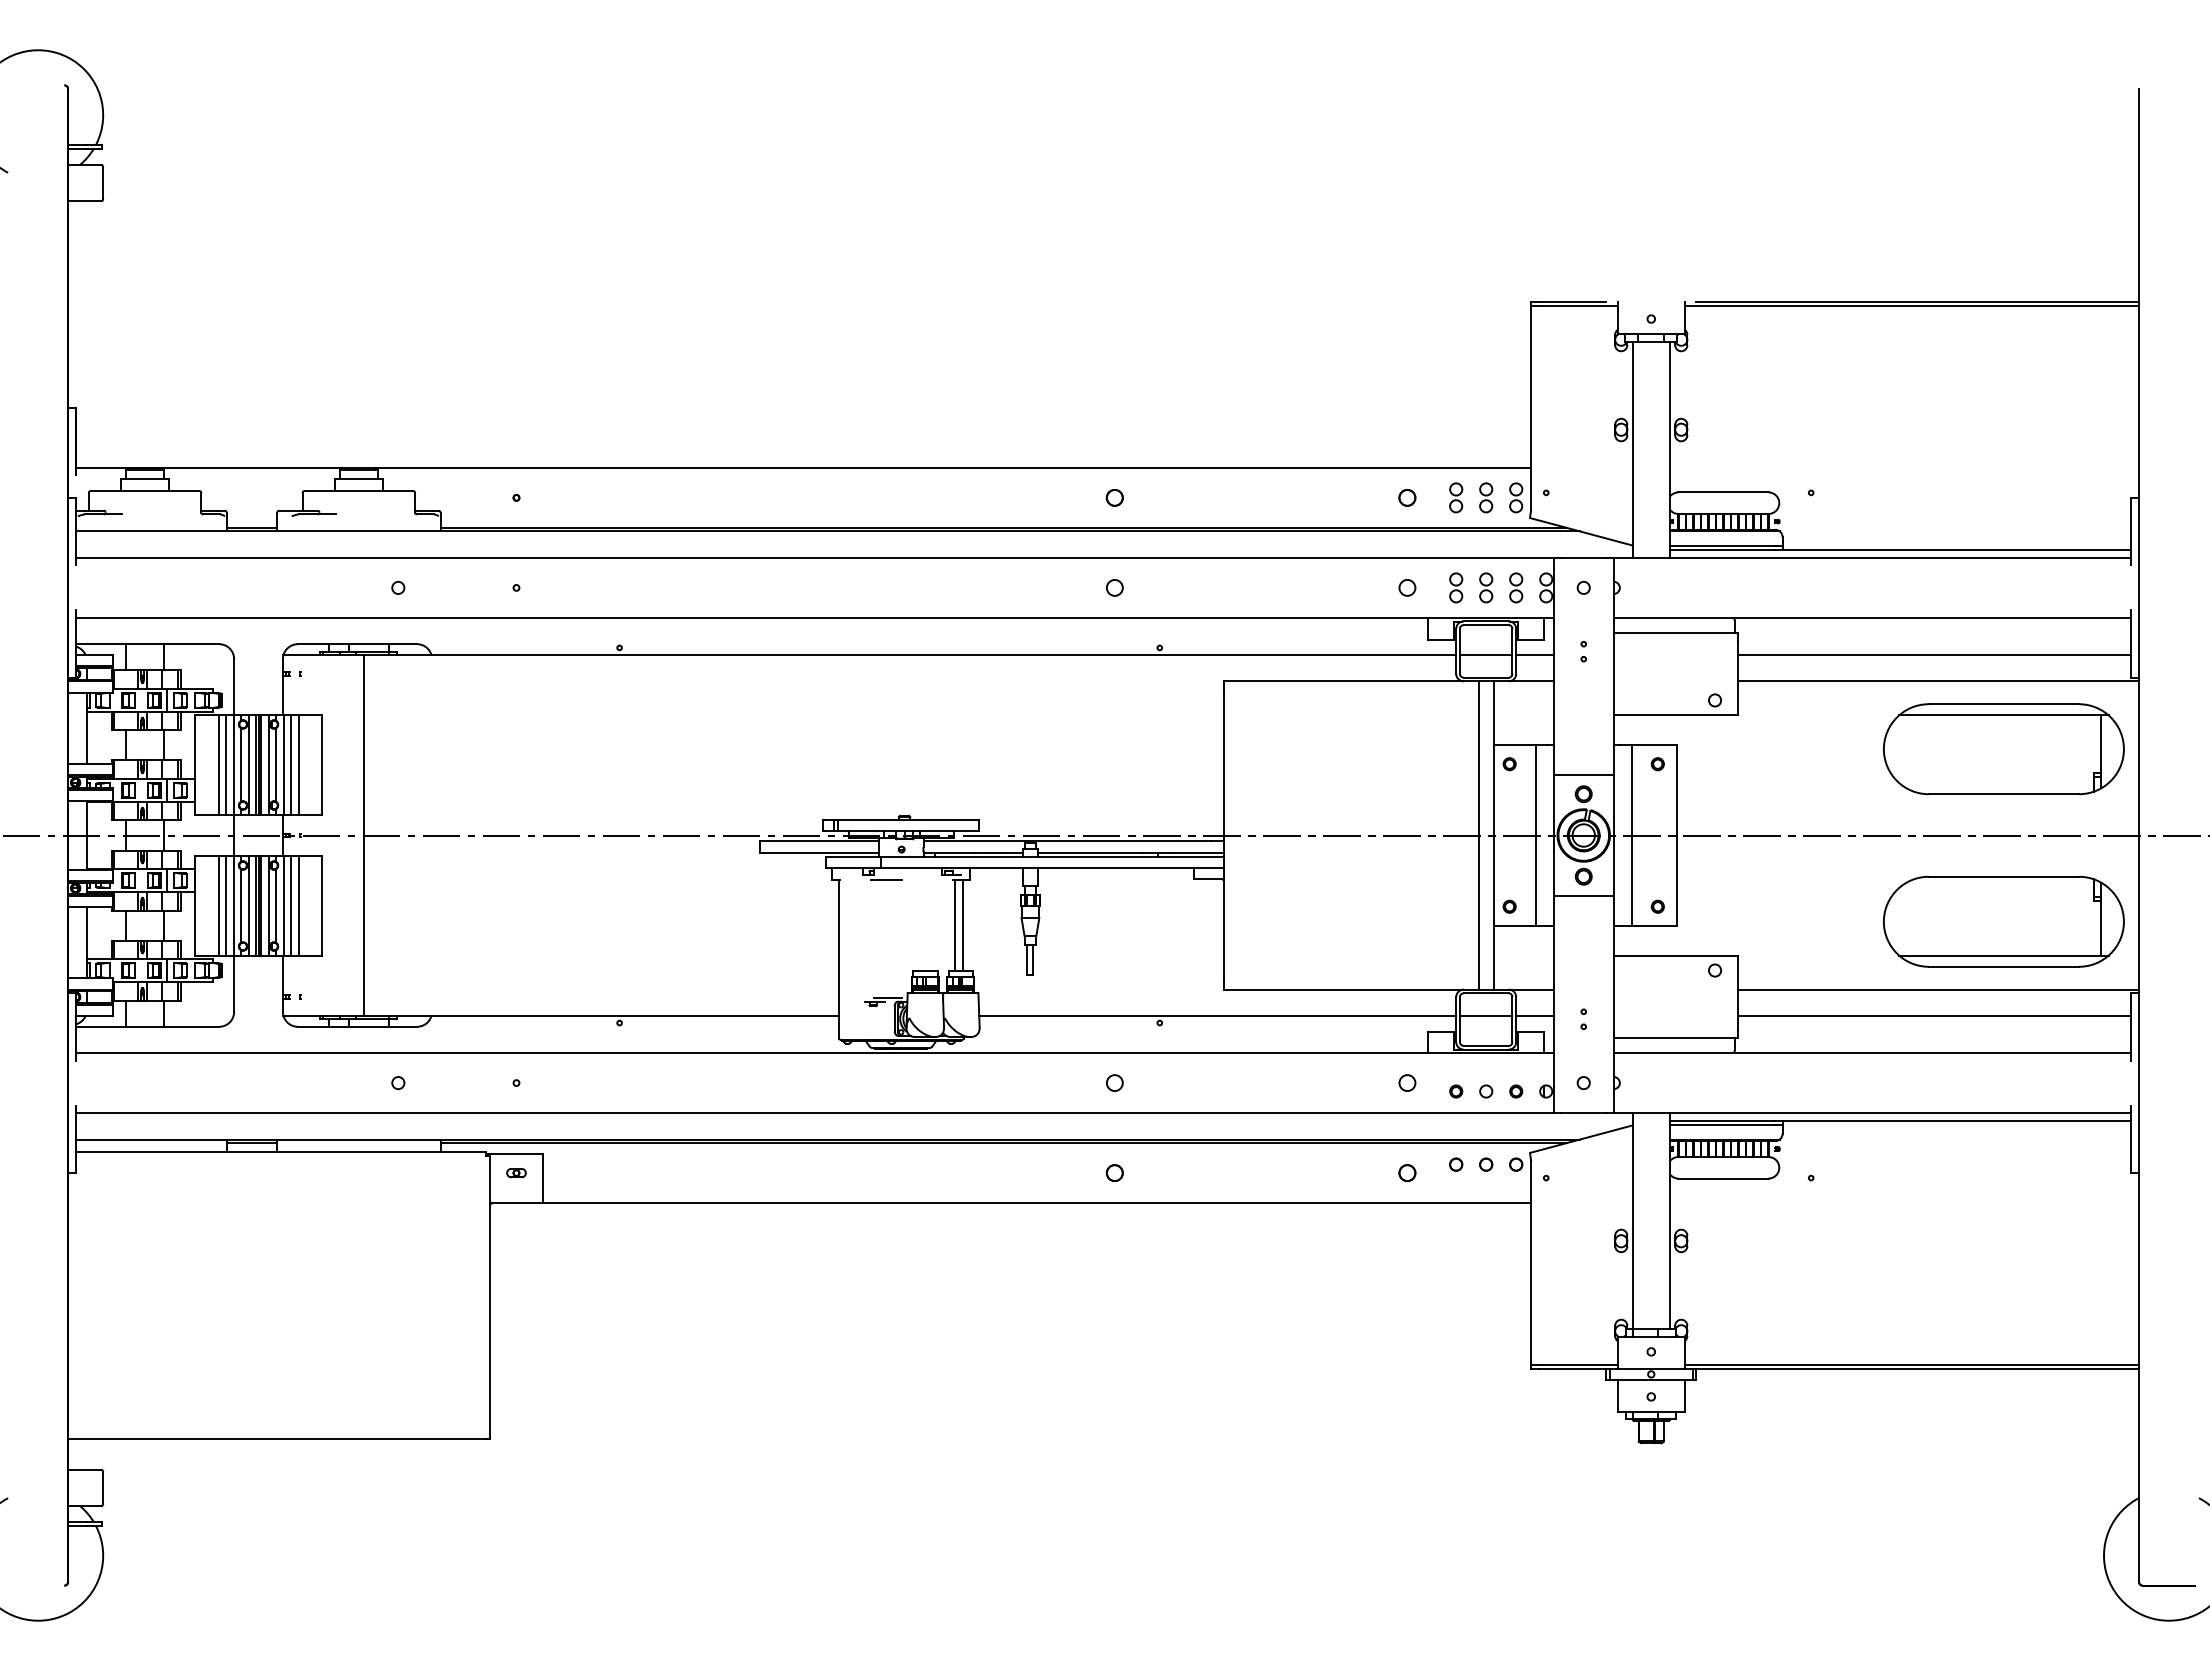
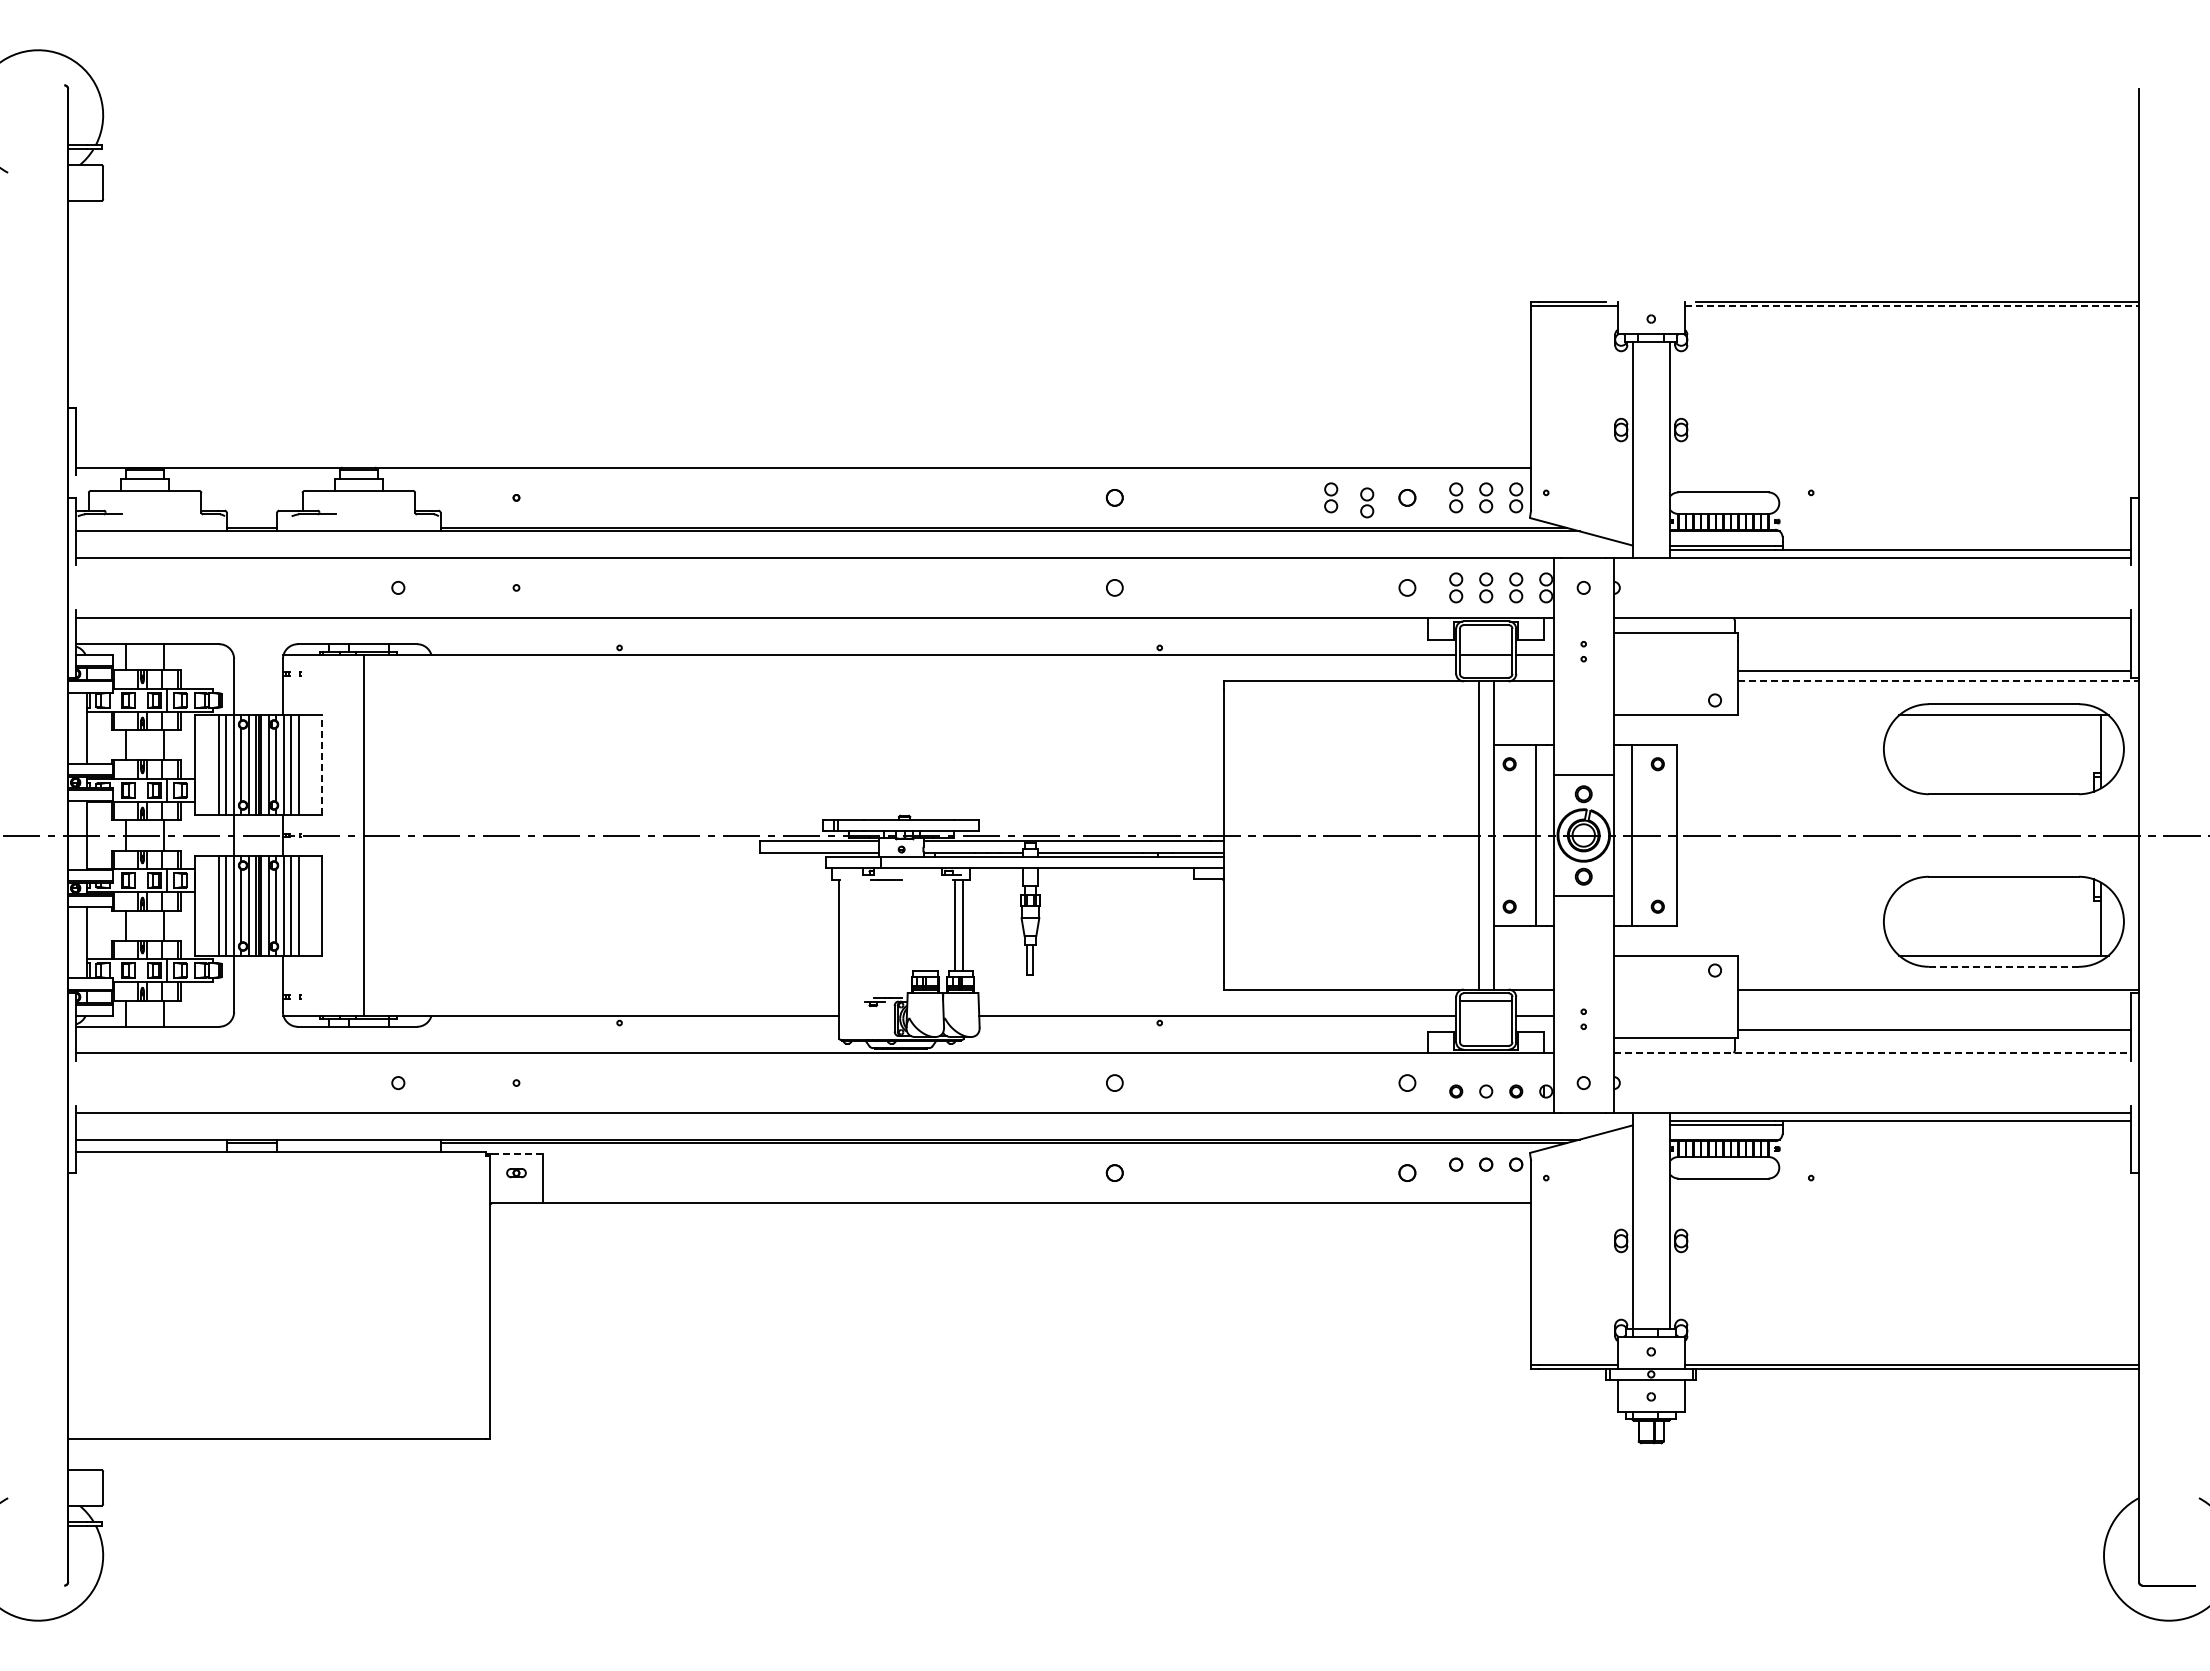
line at (1912, 306): solid -> dashed
part at (1331, 497): none -> present
part at (1367, 502): none -> present
line at (1934, 655) position: (1934, 655) -> (1934, 671)
line at (1938, 681): solid -> dashed
line at (322, 764): solid -> dashed
line at (2003, 966): solid -> dashed
line at (1485, 1015) position: (1485, 1015) -> (1485, 1000)
line at (1934, 1015) position: (1934, 1015) -> (1934, 1029)
line at (1872, 1053): solid -> dashed
line at (516, 1154): solid -> dashed
